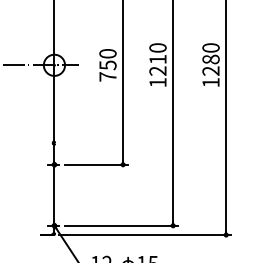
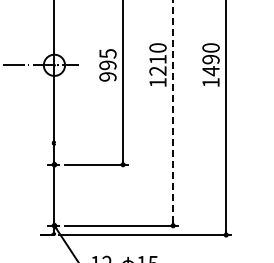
text at (107, 65): 750 -> 995
text at (210, 65): 1280 -> 1490
line at (173, 111): solid -> dashed
